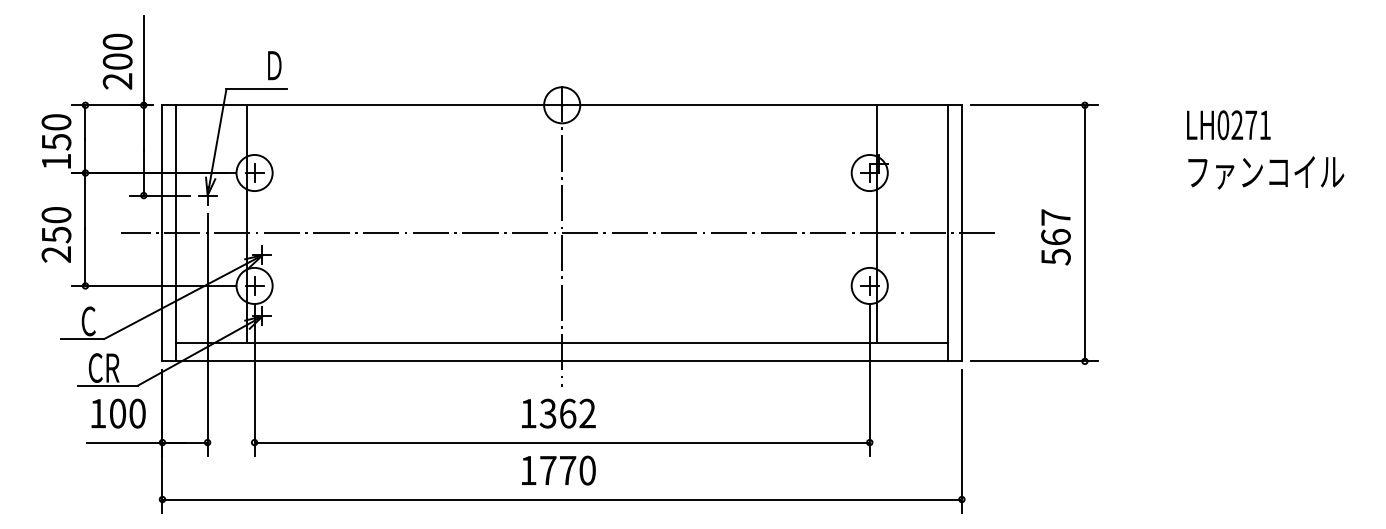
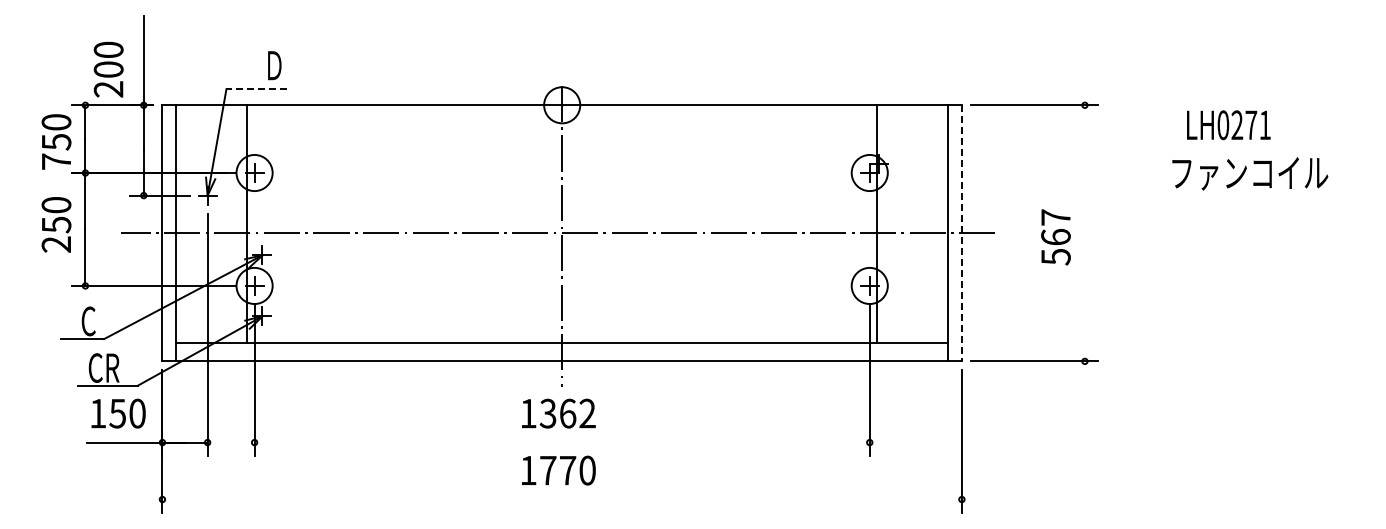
text at (117, 61) position: (117, 61) -> (108, 69)
line at (256, 89): solid -> dashed
text at (56, 161): 150 -> 750
text at (1266, 172) position: (1266, 172) -> (1250, 173)
line at (961, 233): solid -> dashed
line at (1084, 233): present -> none
text at (56, 234) position: (56, 234) -> (56, 224)
text at (117, 413): 100 -> 150
line at (561, 442): present -> none
line at (562, 499): present -> none
